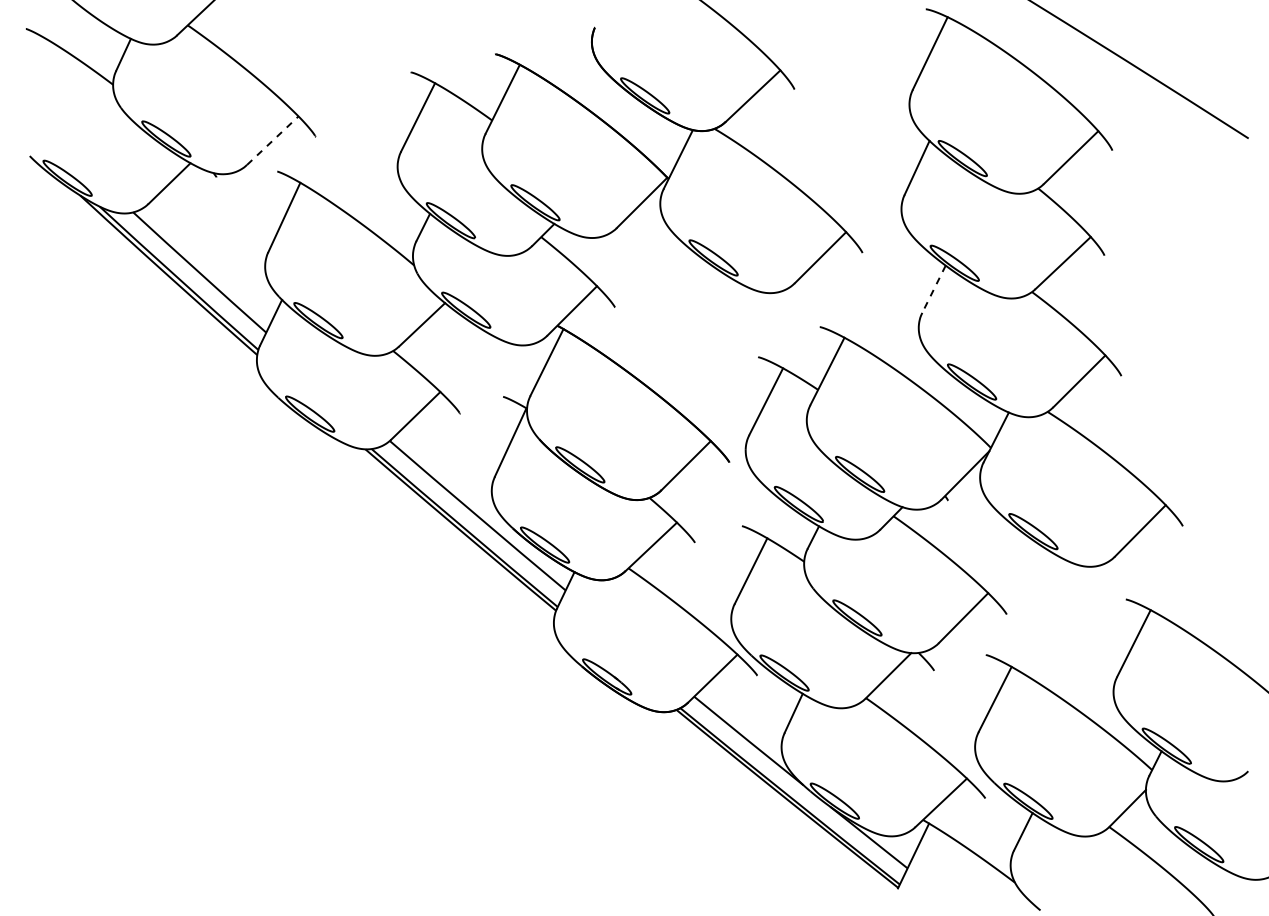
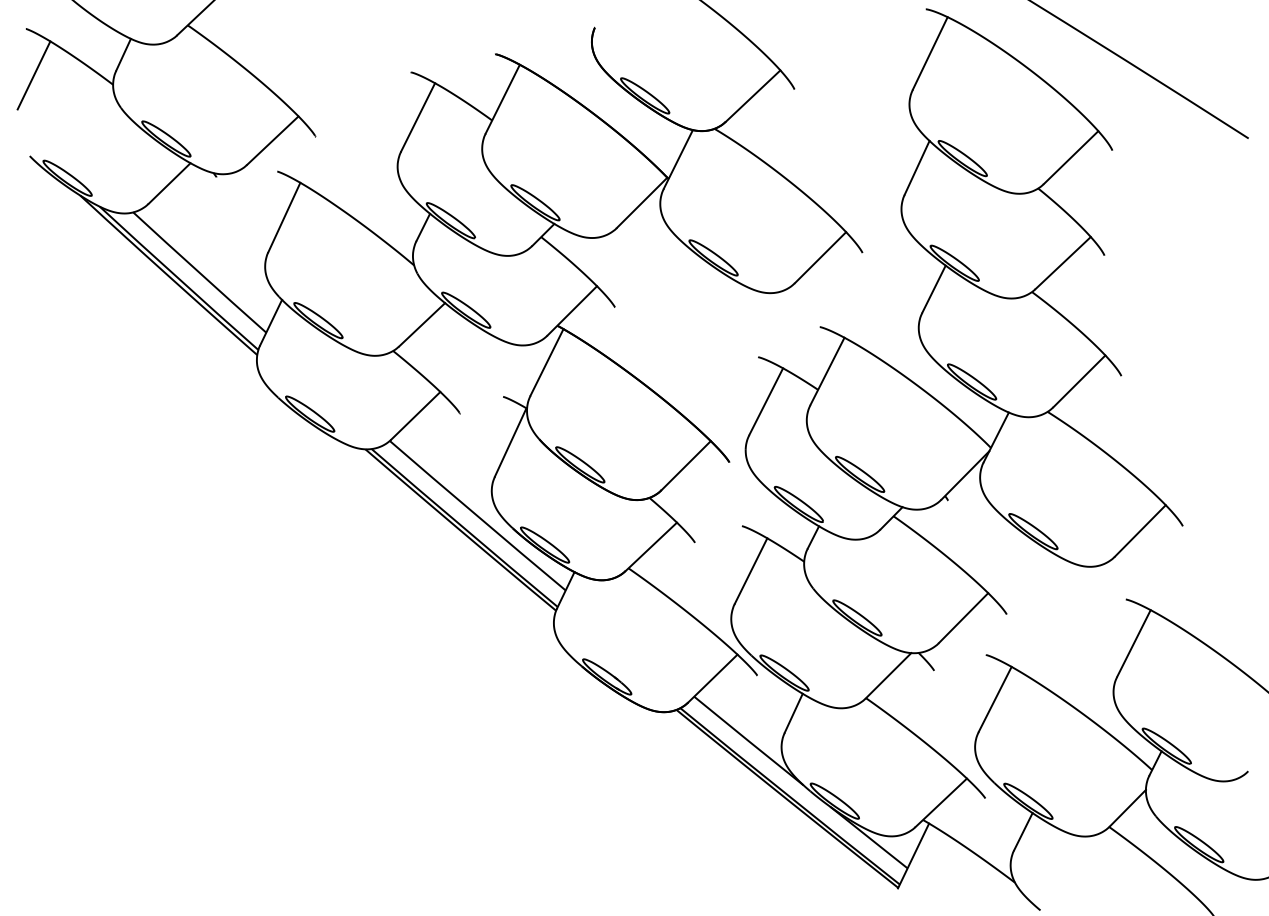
line at (33, 75): none -> present
line at (273, 140): dashed -> solid
line at (933, 289): dashed -> solid
